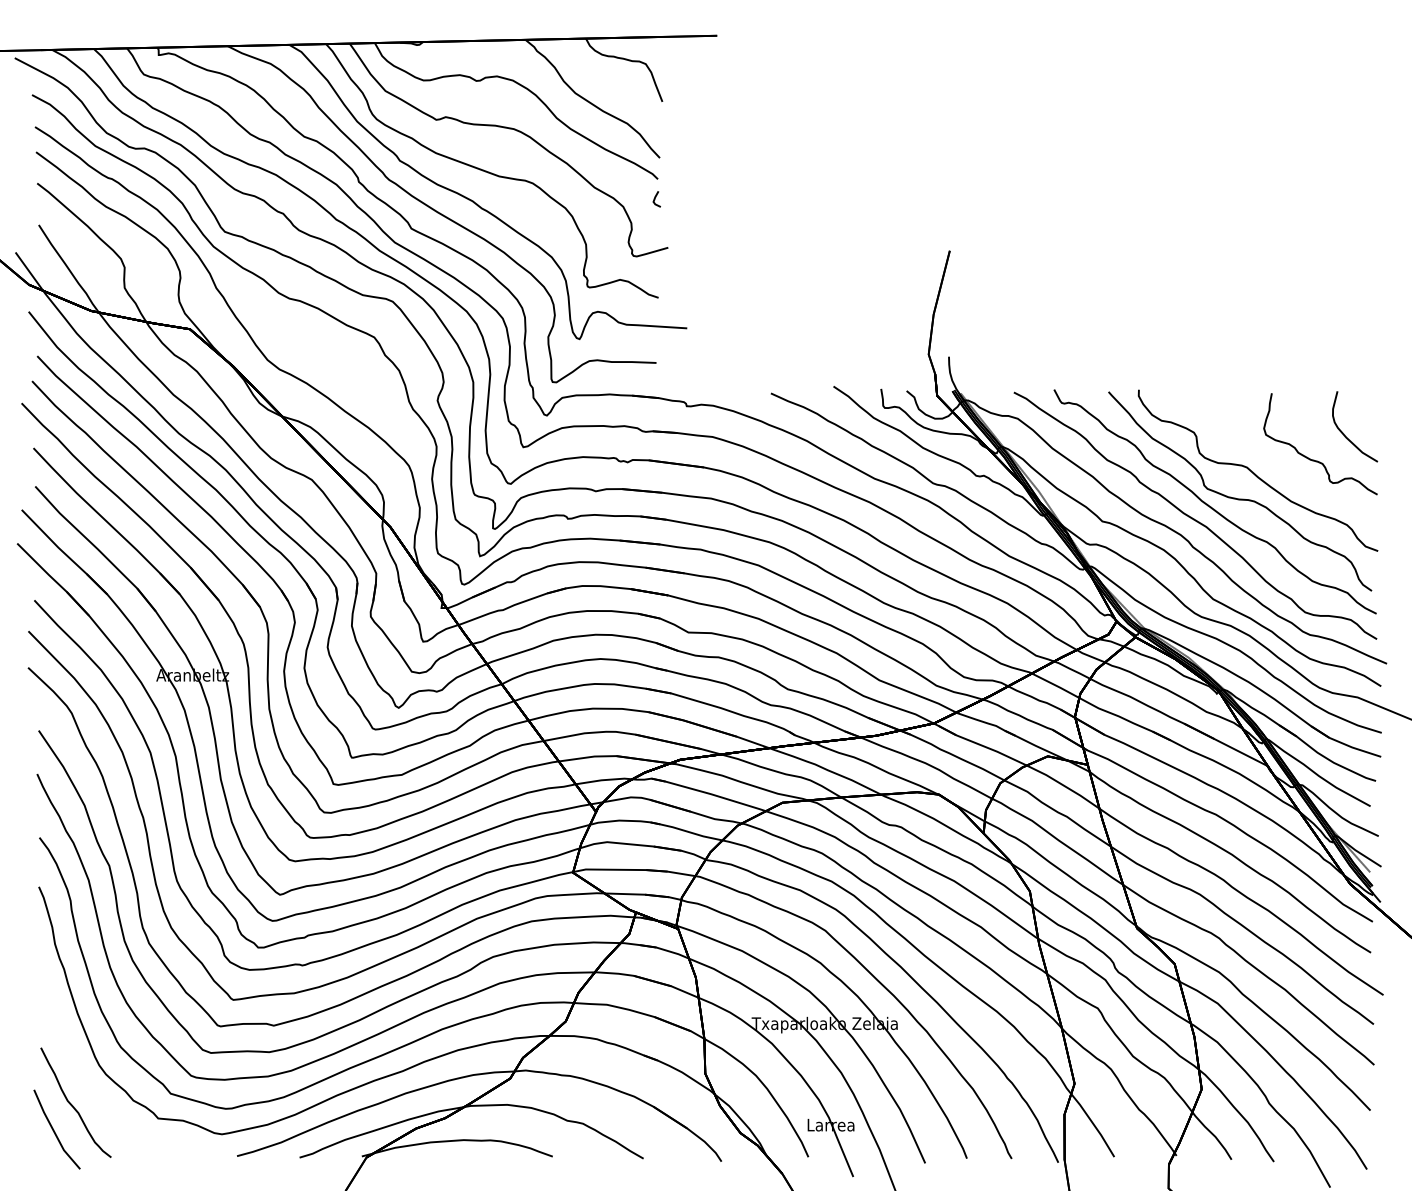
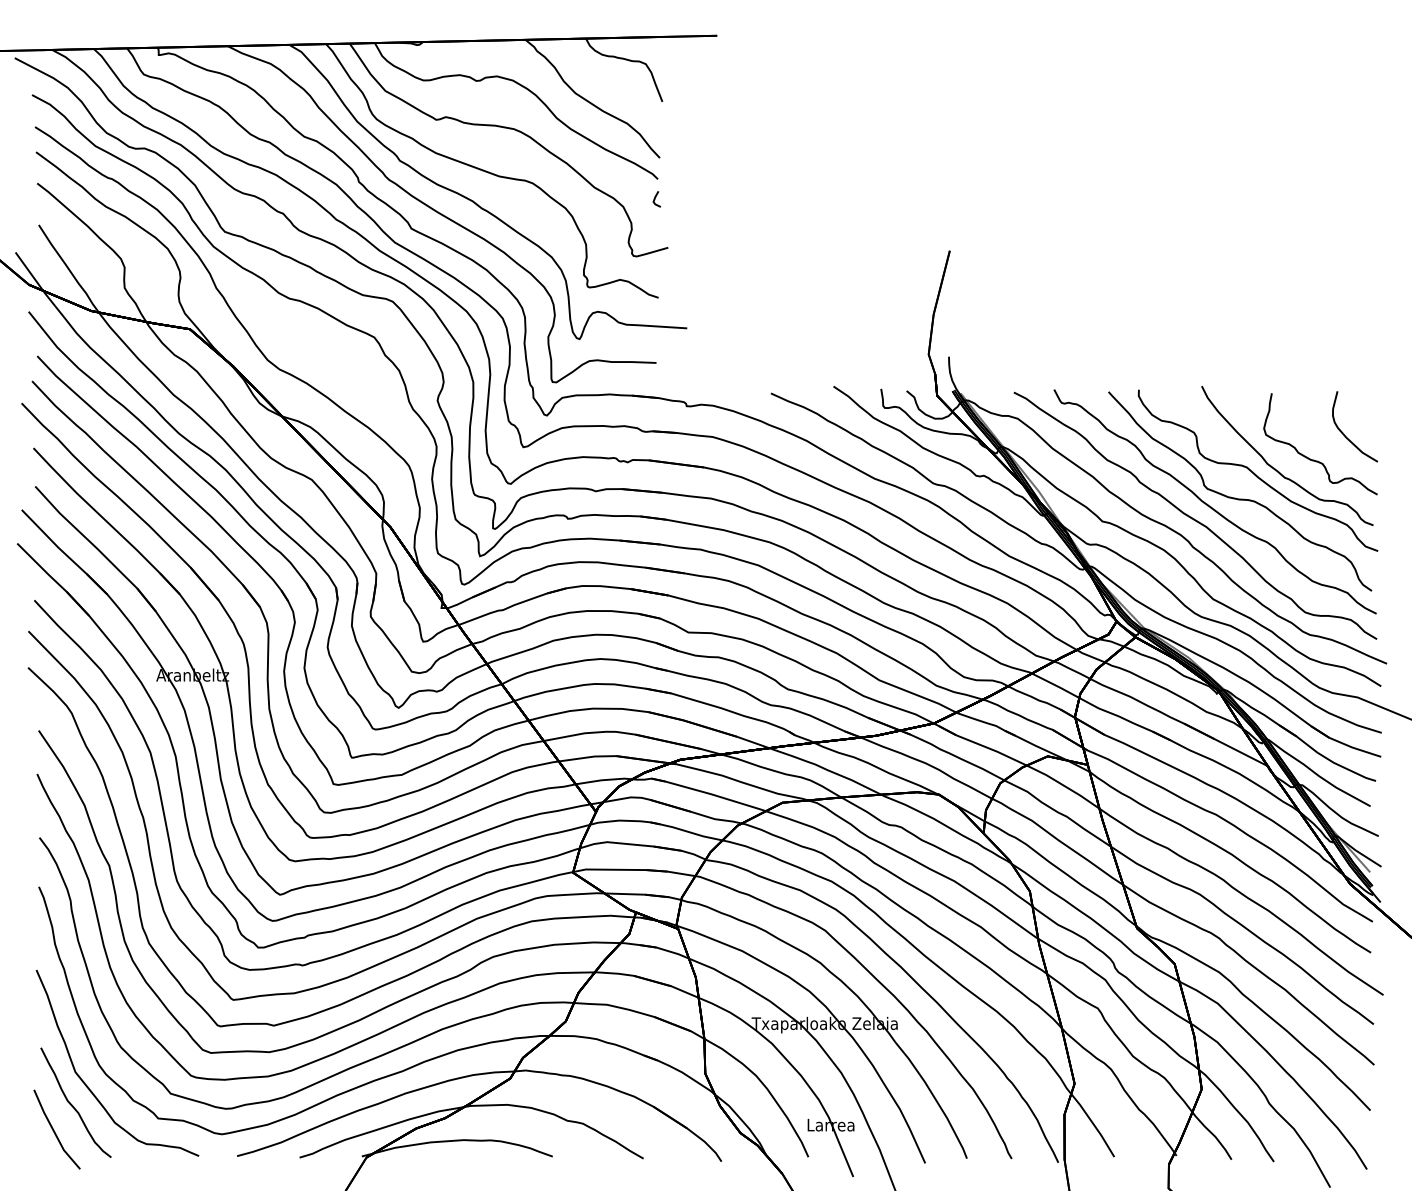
part at (1278, 470): none -> present
curve at (88, 1086): none -> present
